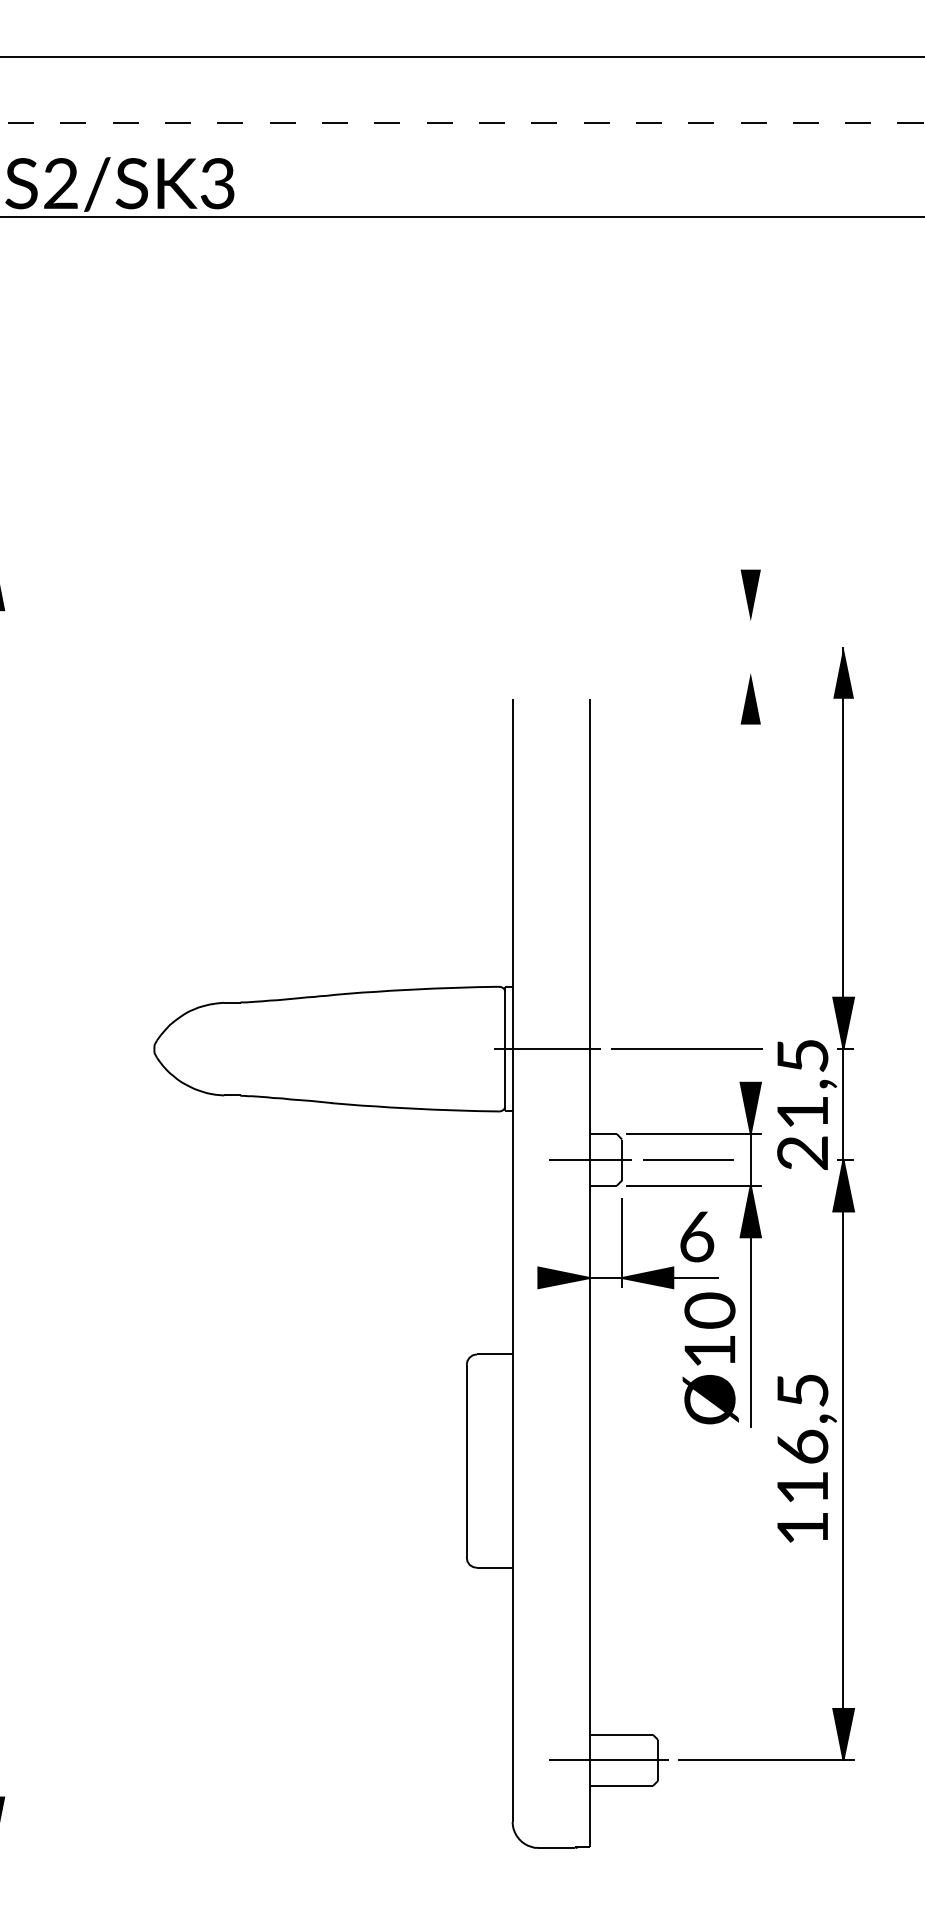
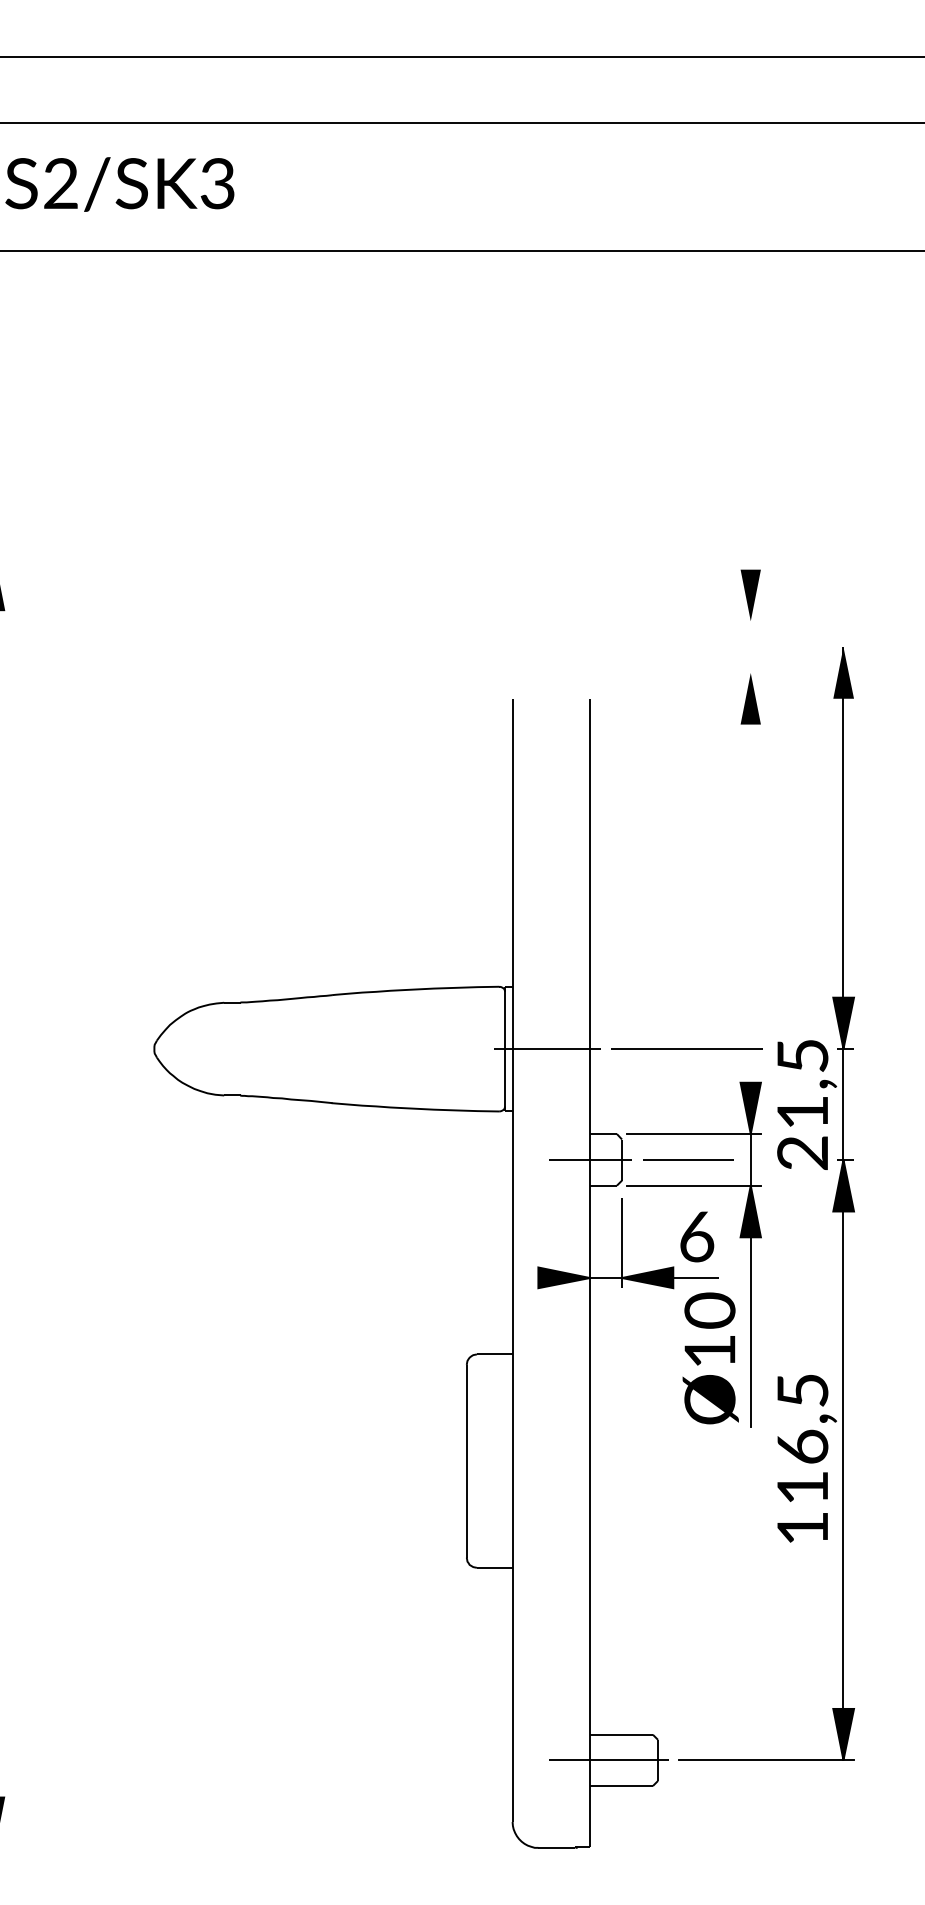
line at (462, 122): dashed -> solid
line at (461, 217) position: (461, 217) -> (461, 251)
